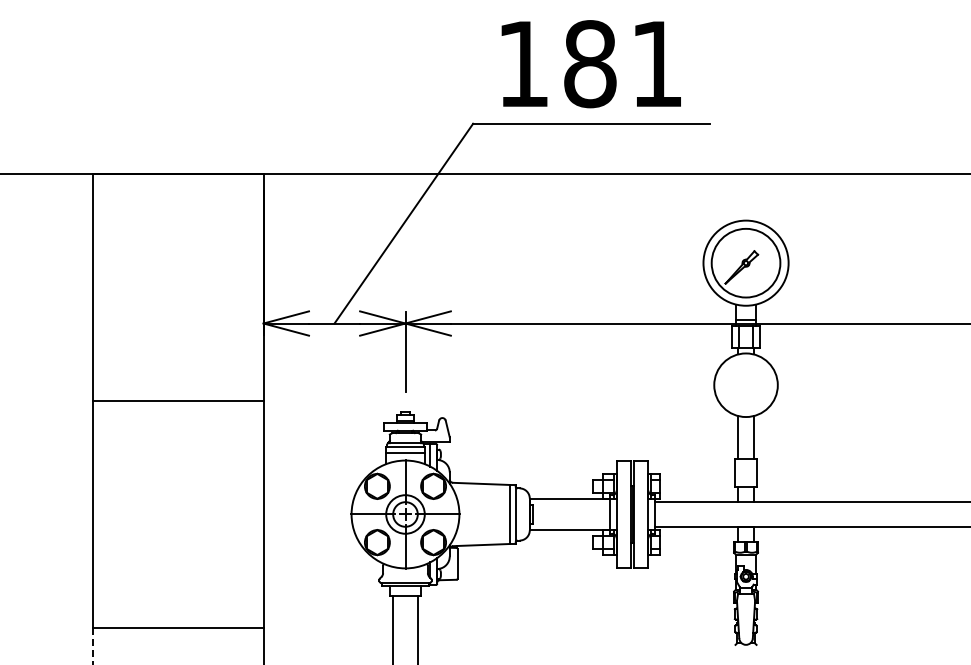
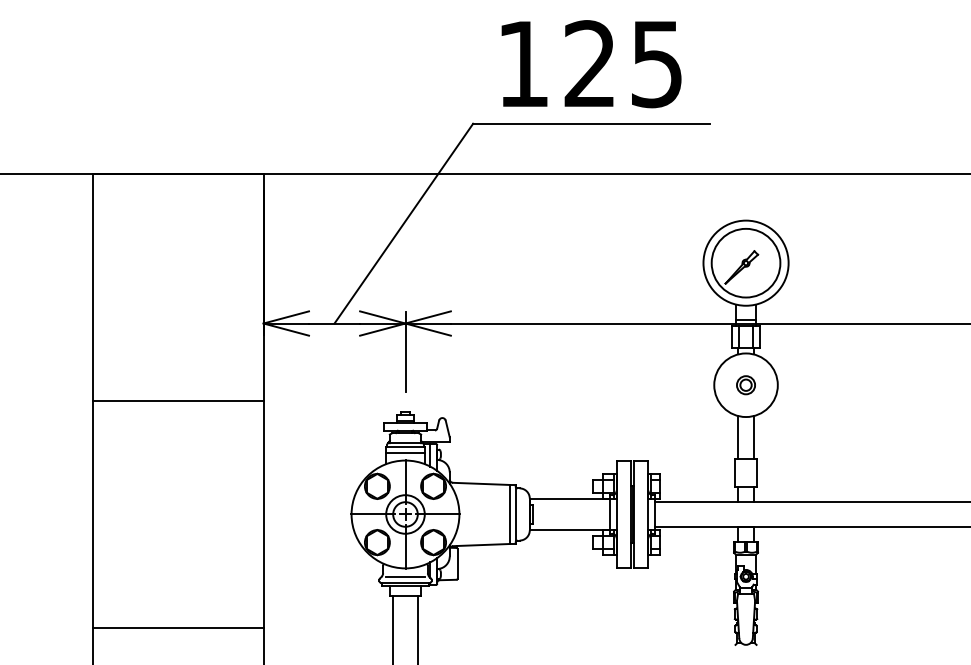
text at (622, 64): 181 -> 125
part at (745, 385): none -> present
line at (405, 576): none -> present
line at (93, 646): dashed -> solid
